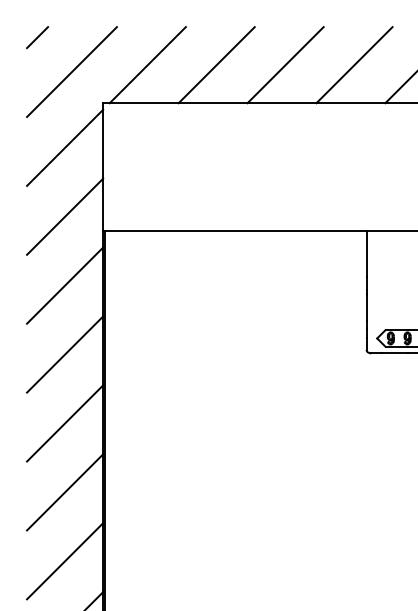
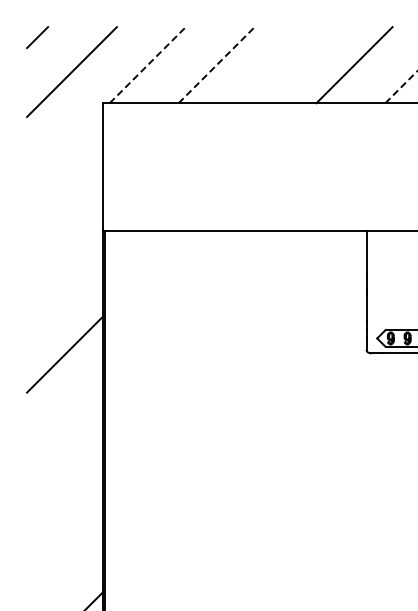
line at (147, 65): solid -> dashed
line at (216, 65): solid -> dashed
line at (285, 65): present -> none
line at (401, 87): solid -> dashed
line at (65, 147): present -> none
line at (65, 216): present -> none
line at (65, 285): present -> none
line at (65, 423): present -> none
line at (65, 492): present -> none
line at (65, 561): present -> none
